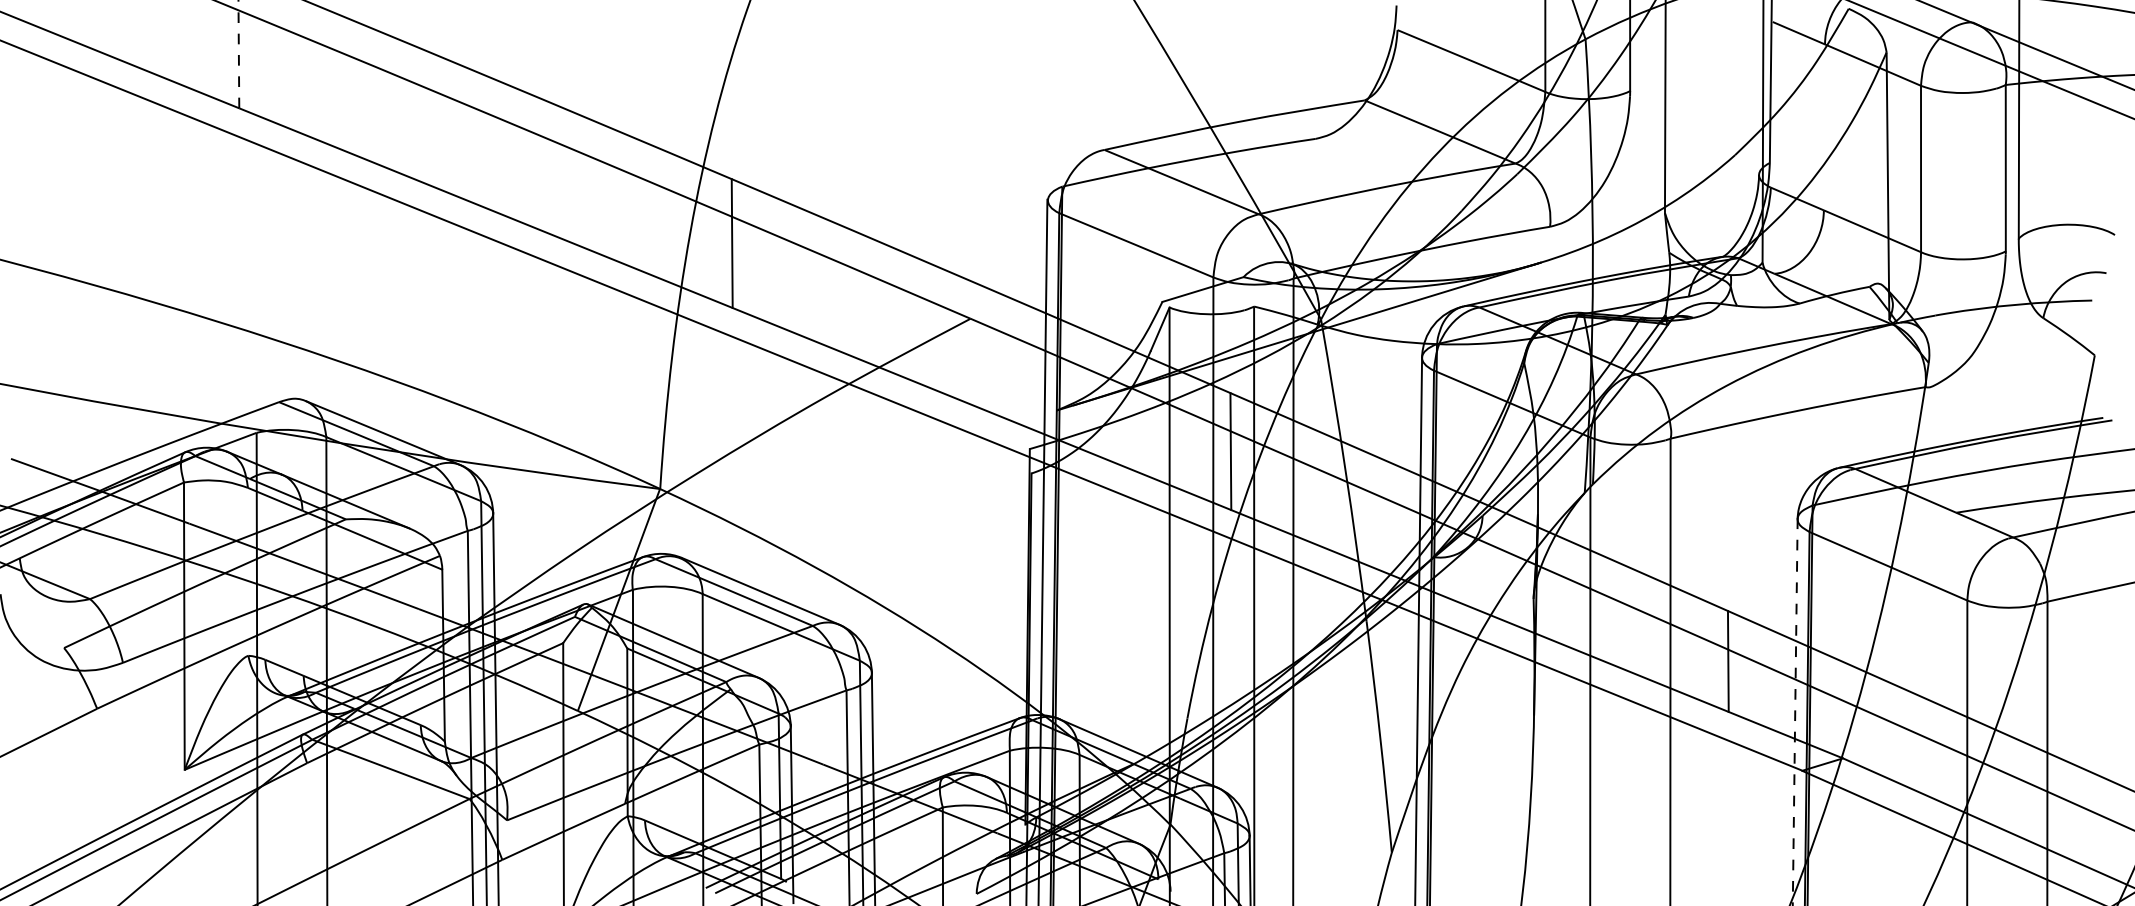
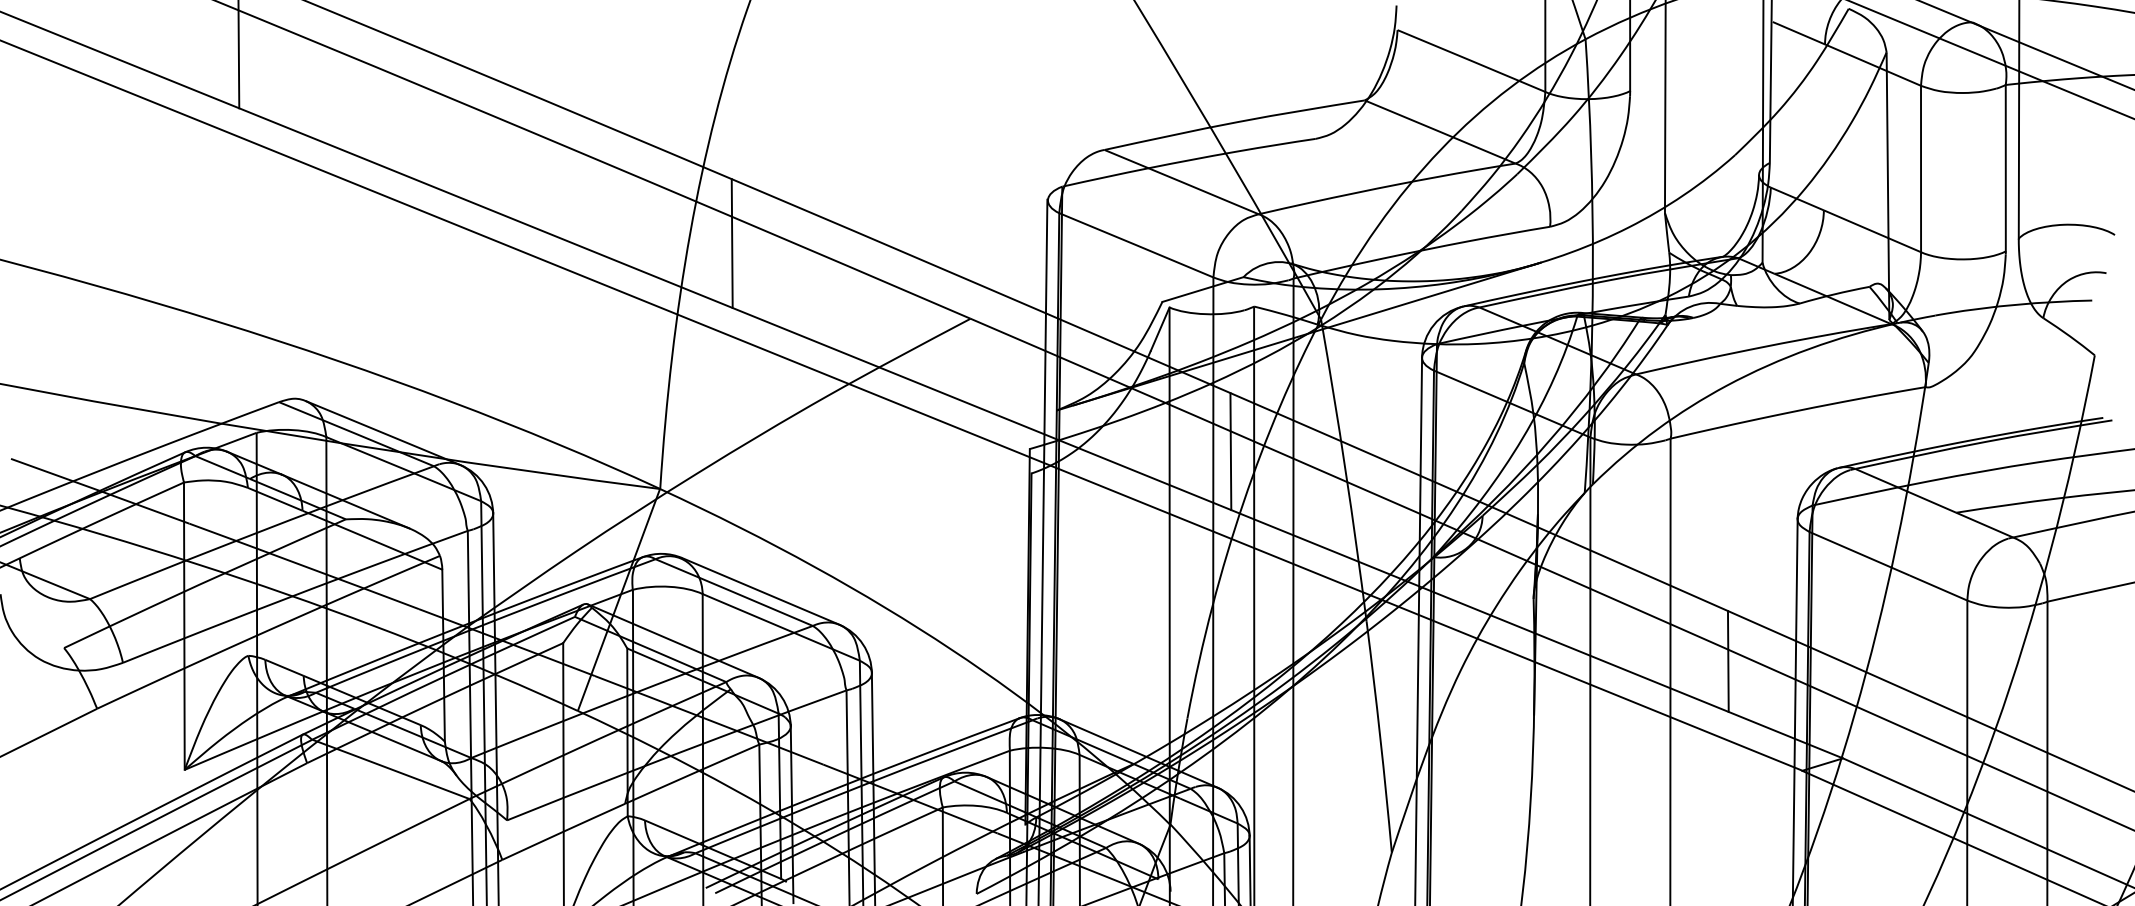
line at (238, 53): dashed -> solid
line at (1795, 712): dashed -> solid
